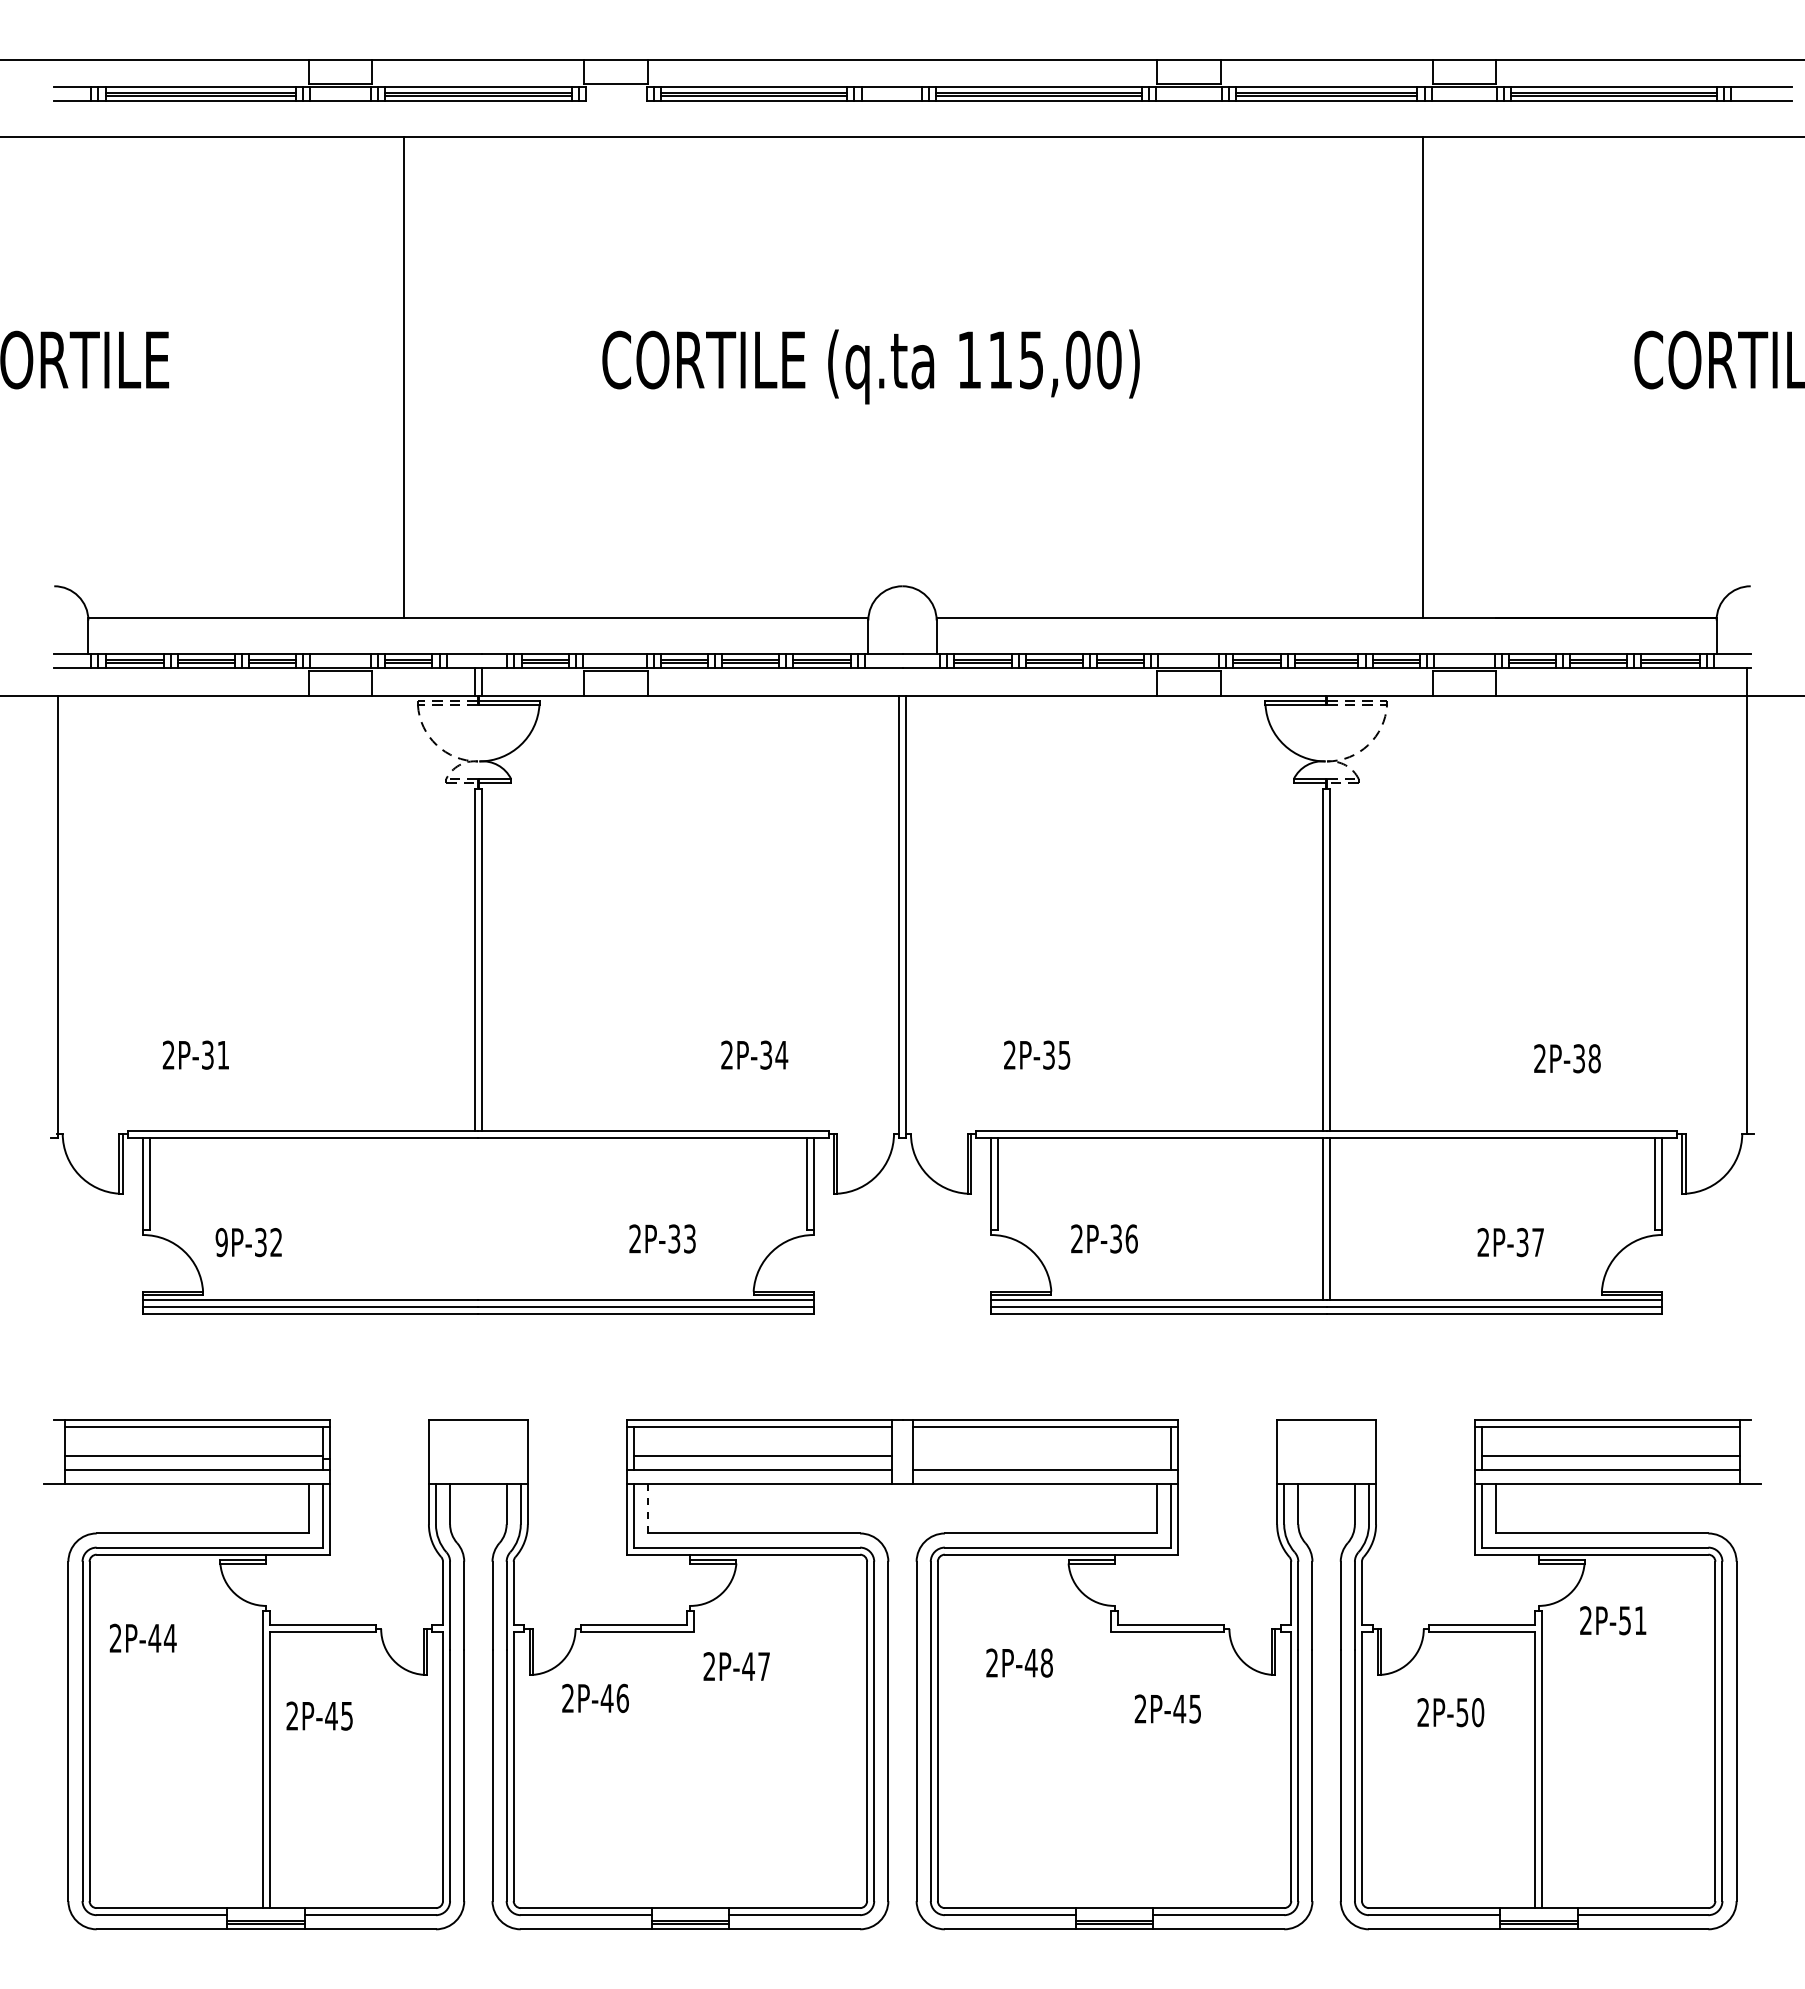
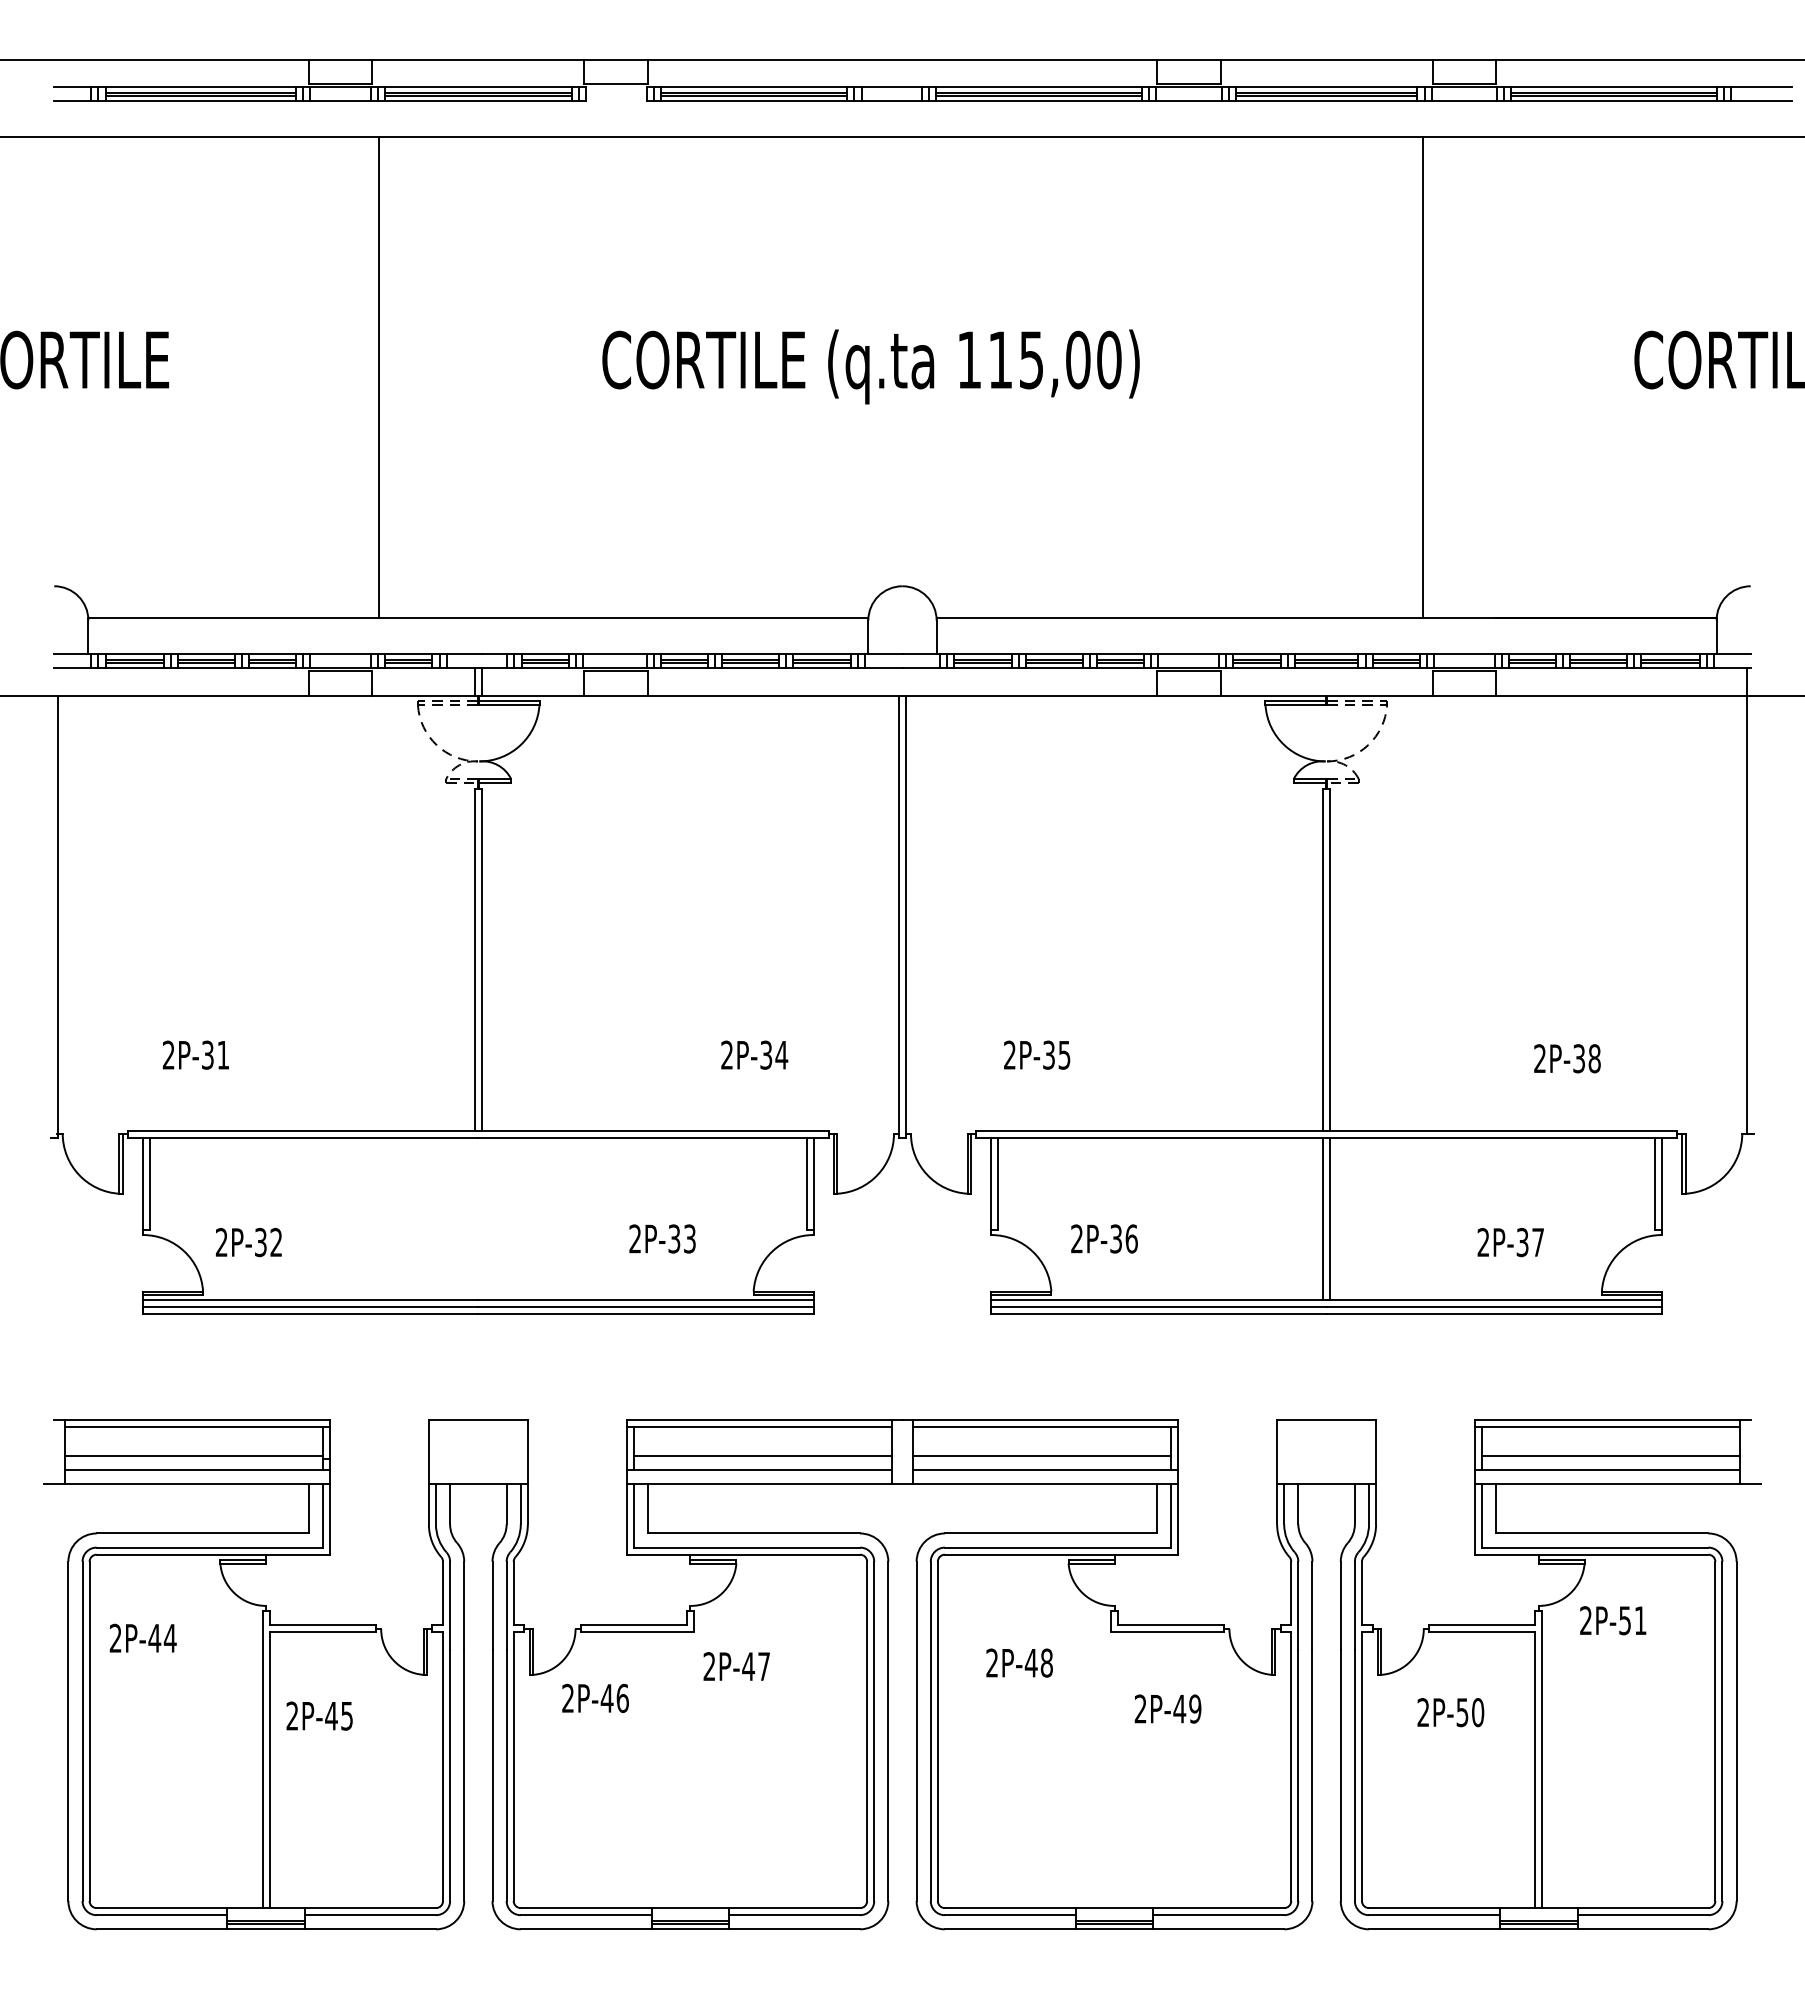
line at (404, 377) position: (404, 377) -> (379, 377)
text at (221, 1242): 9P-32 -> 2P-32
line at (1042, 1455): none -> present
line at (648, 1508): dashed -> solid
text at (1195, 1708): 2P-45 -> 2P-49
